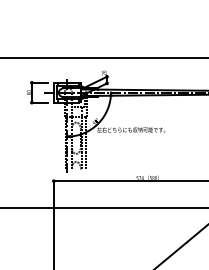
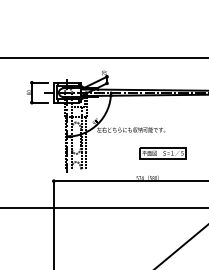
part at (162, 153): none -> present
